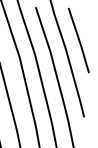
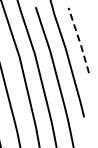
line at (79, 39): solid -> dashed
